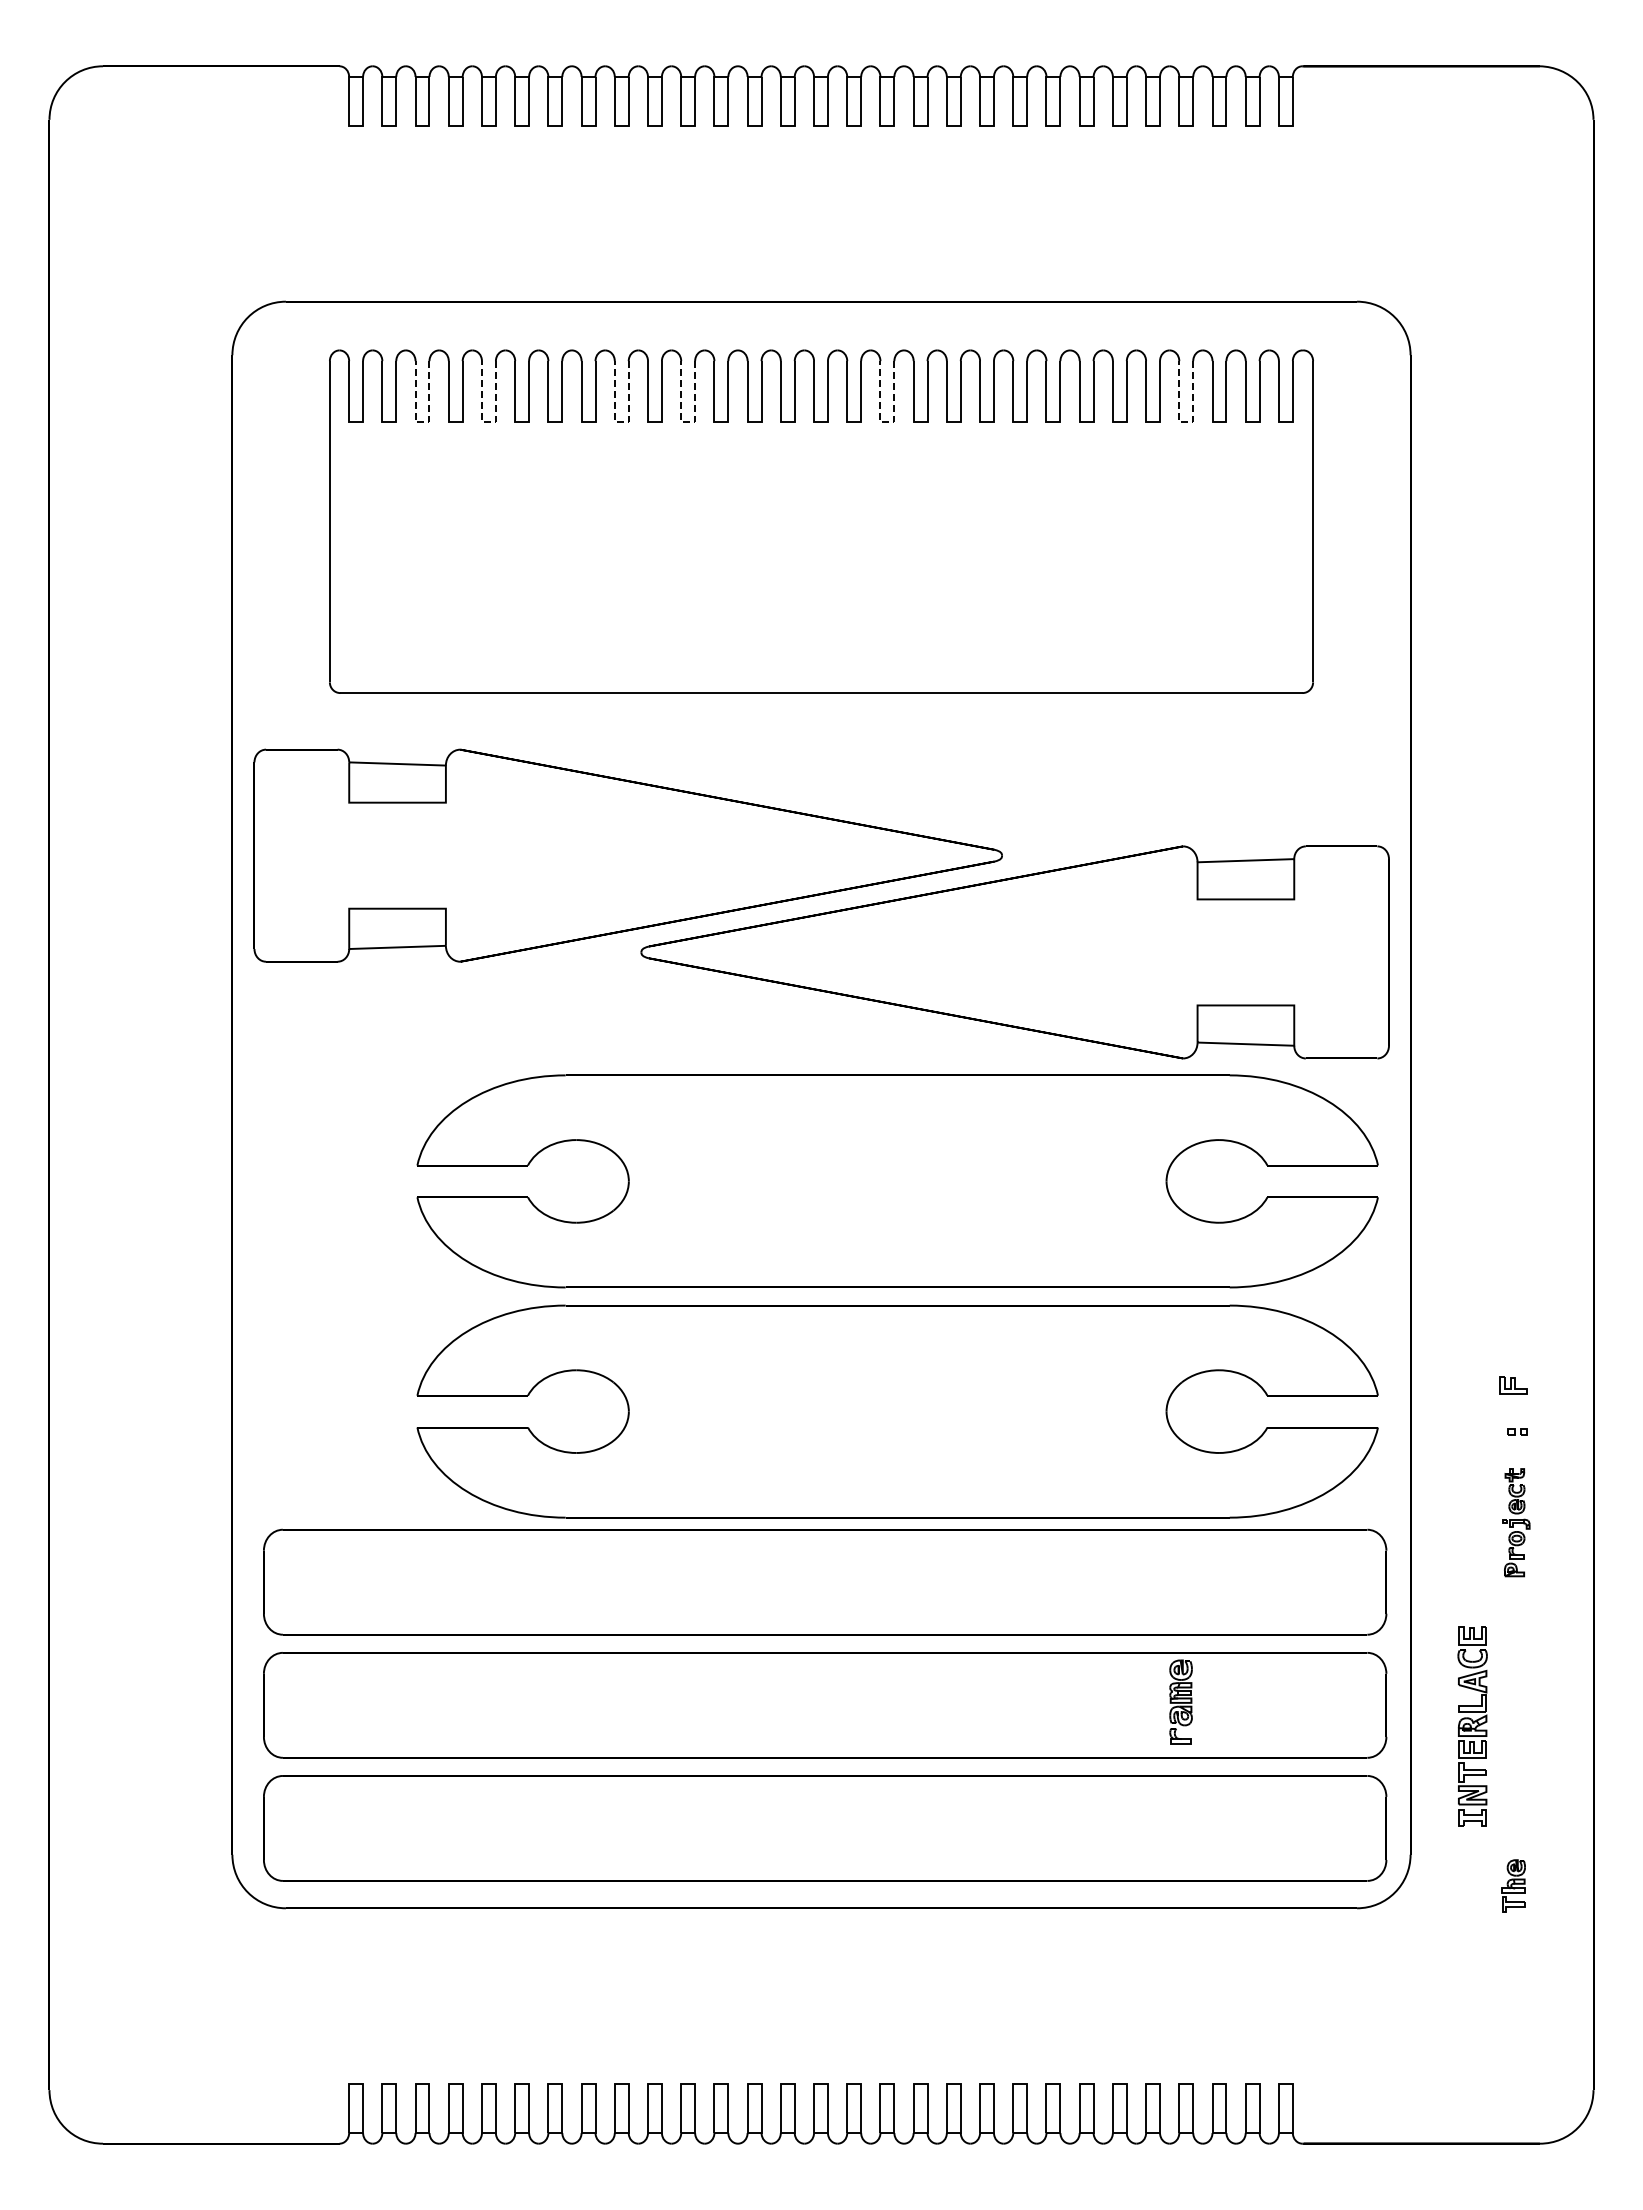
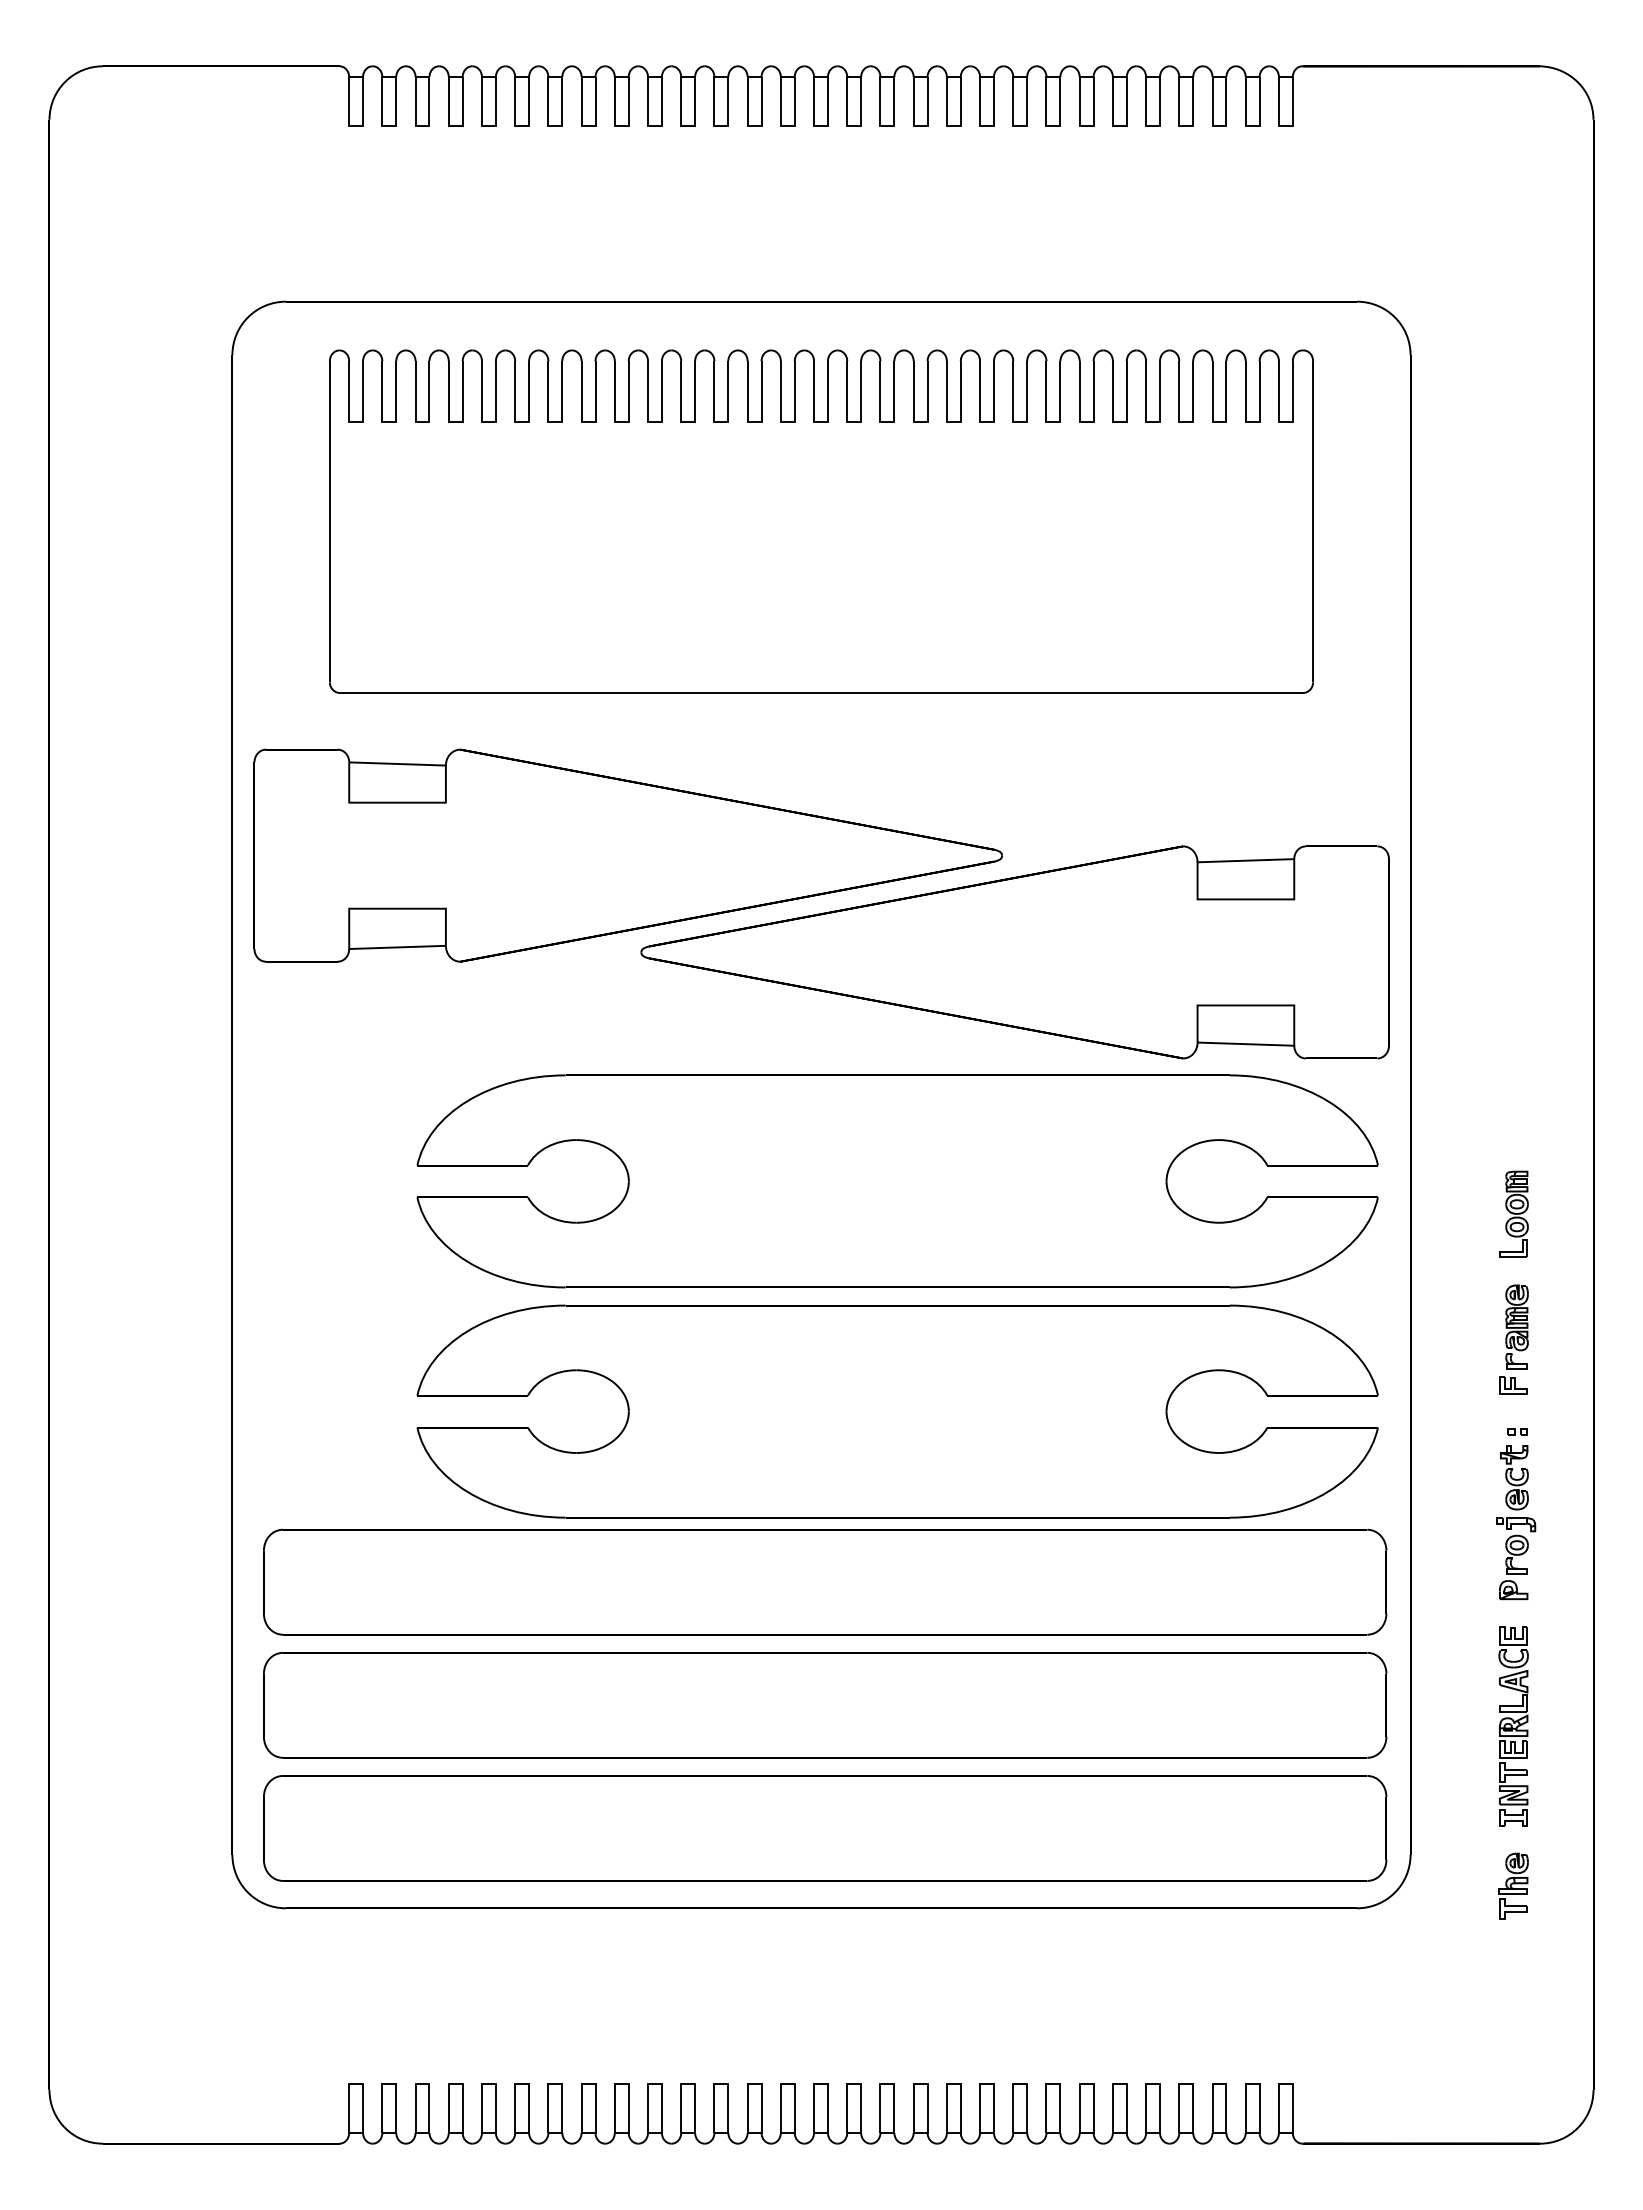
line at (422, 422): dashed -> solid
line at (488, 422): dashed -> solid
line at (621, 422): dashed -> solid
line at (688, 422): dashed -> solid
line at (887, 422): dashed -> solid
line at (1186, 422): dashed -> solid
part at (1513, 1213): none -> present
part at (1516, 1522) size: 29x110 px -> 41x156 px
part at (1180, 1701) position: (1180, 1701) -> (1516, 1326)
part at (1472, 1726) position: (1472, 1726) -> (1513, 1726)
part at (1513, 1885) size: 25x54 px -> 31x68 px
